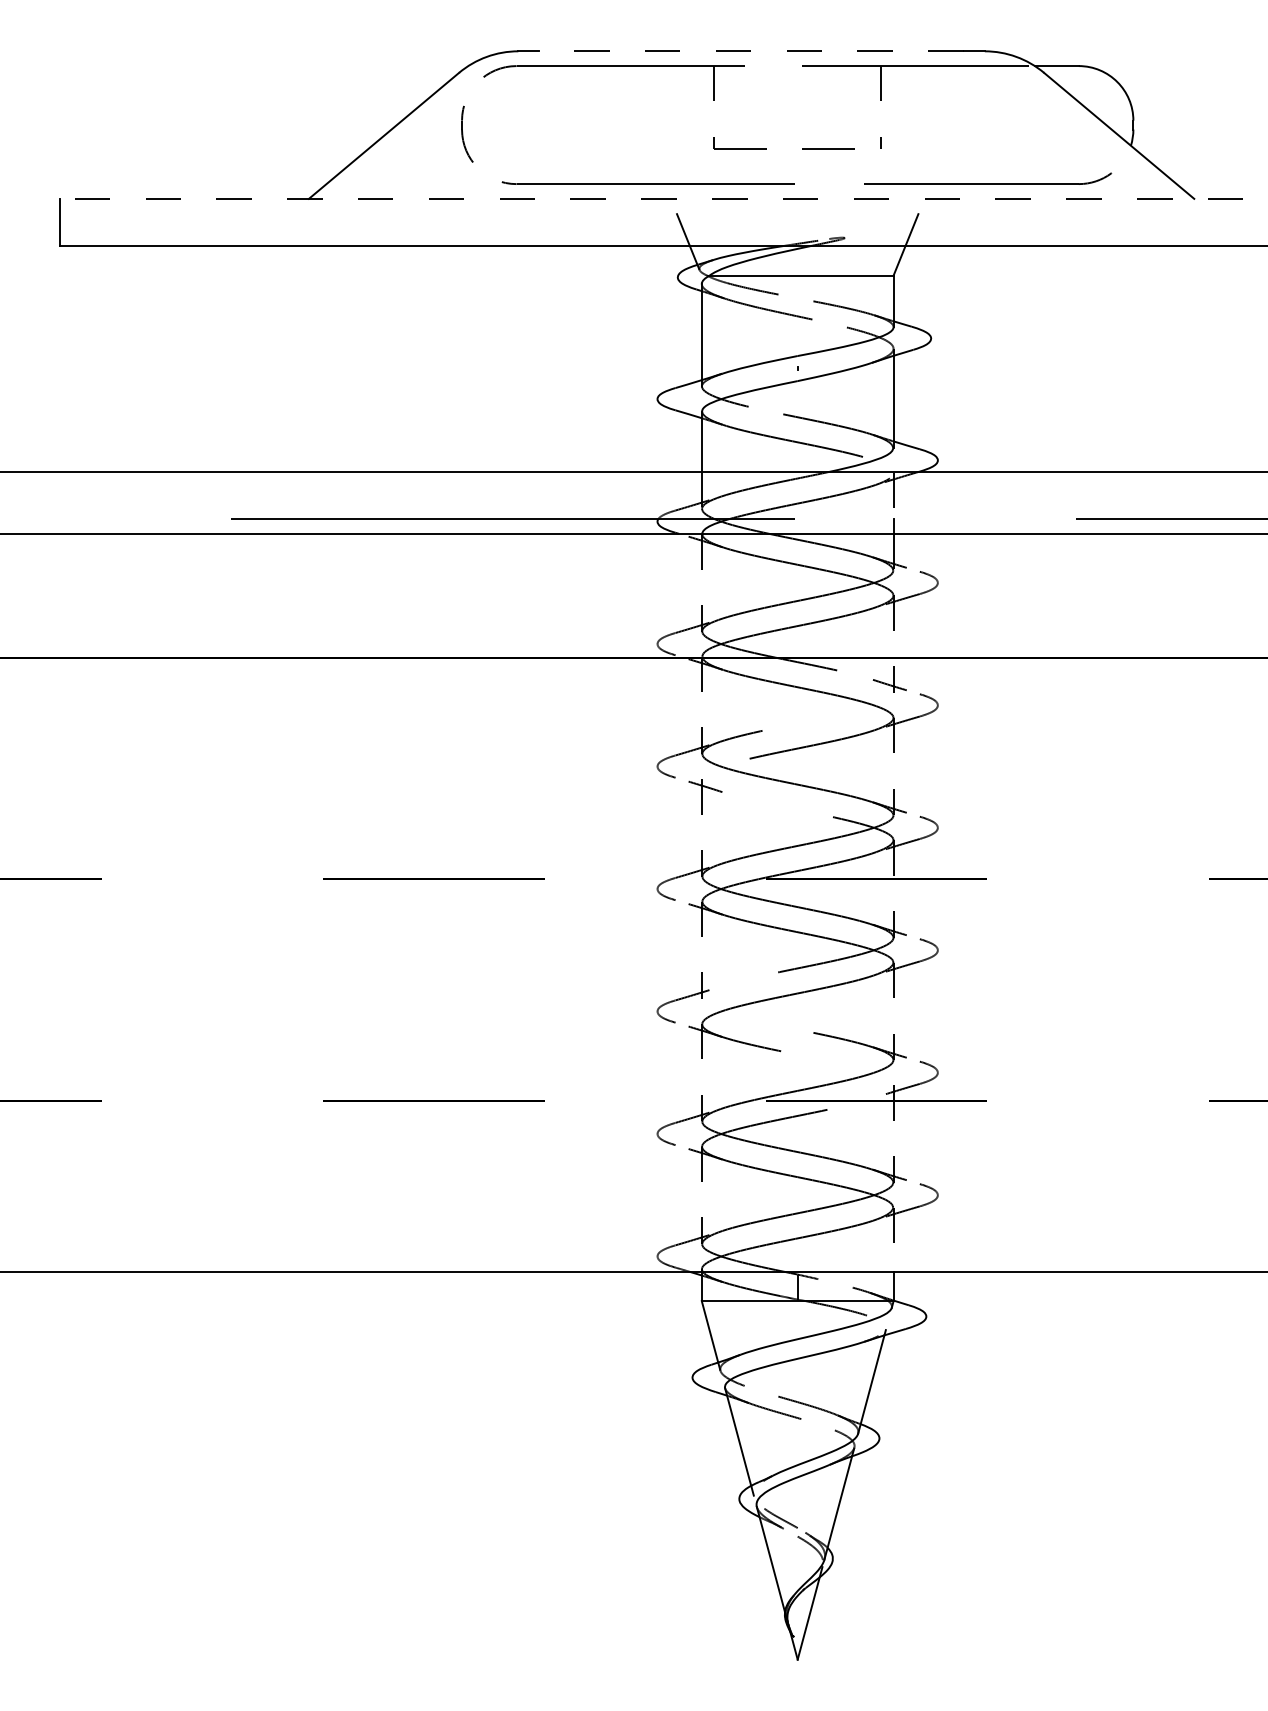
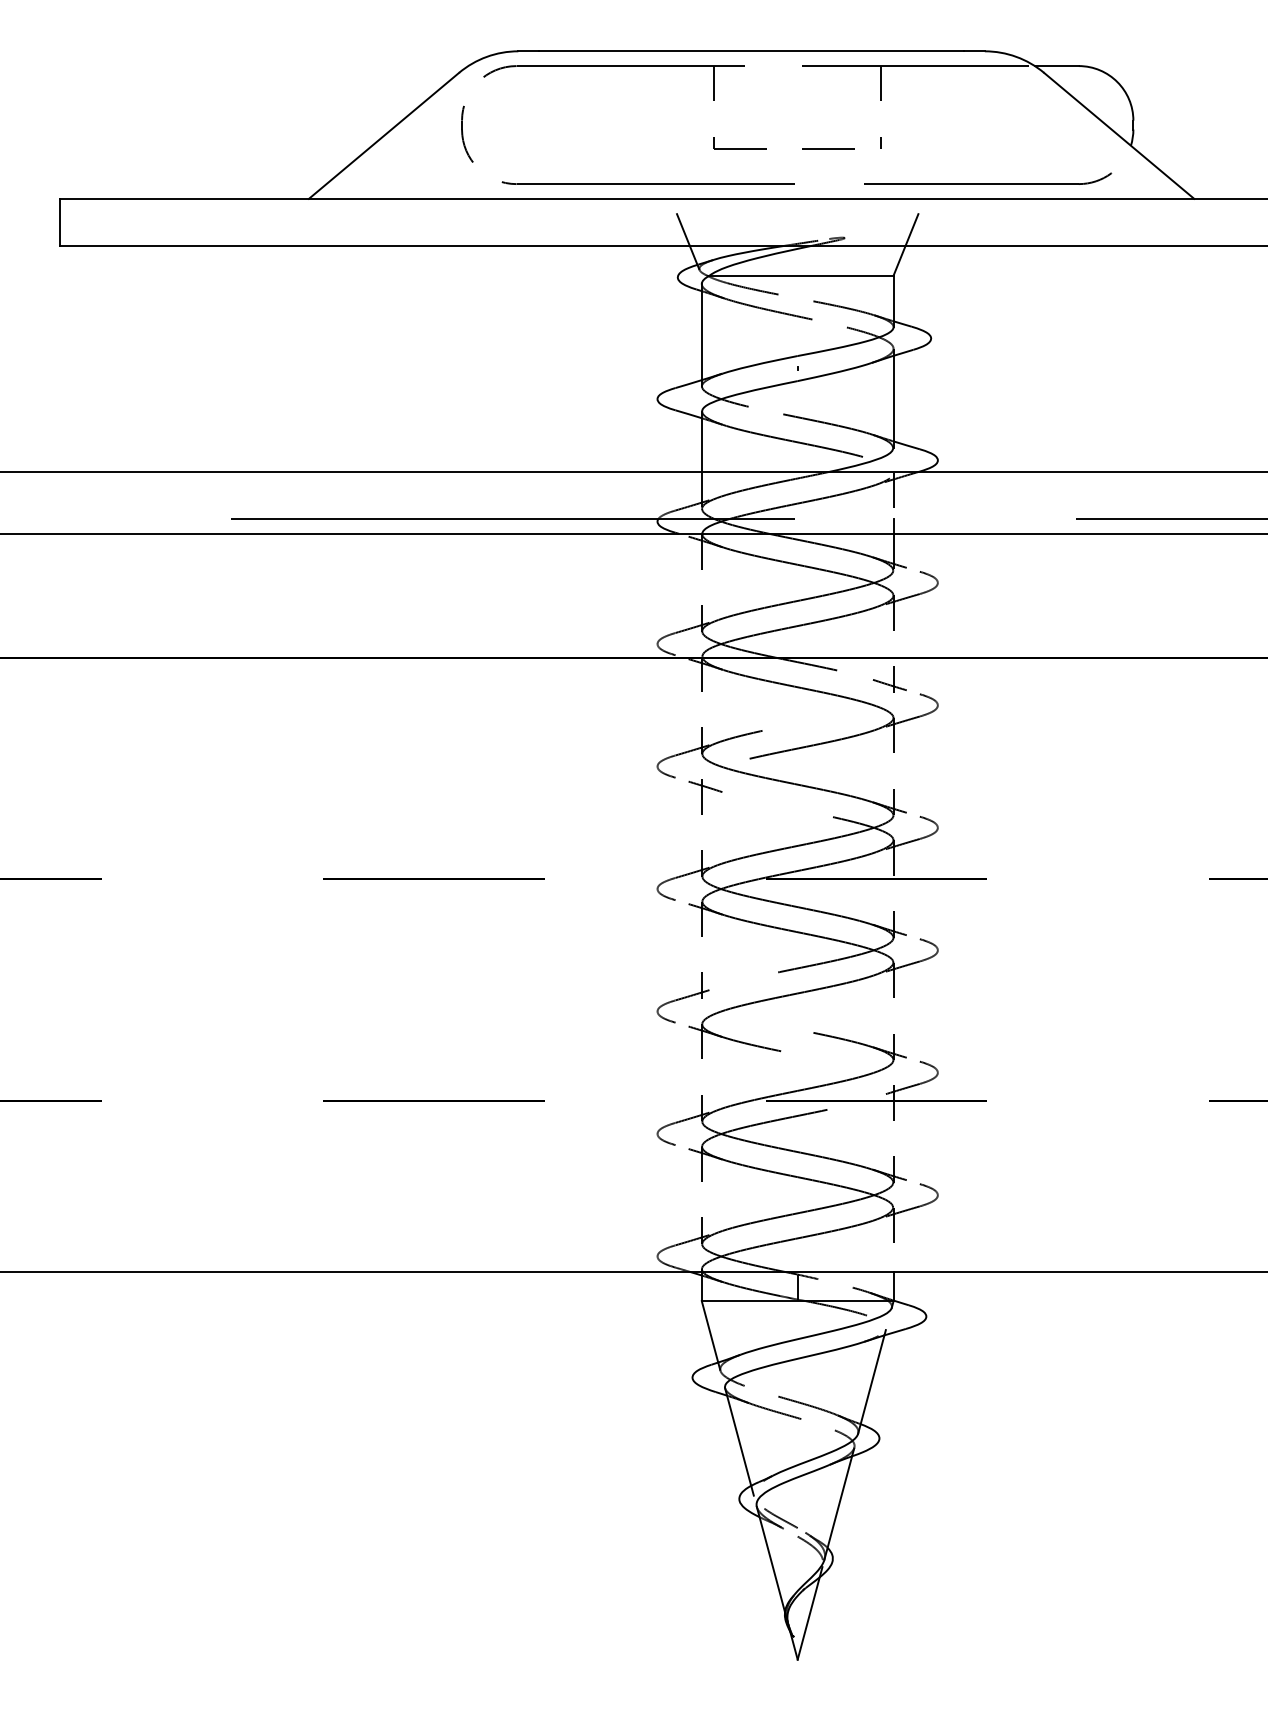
line at (751, 51): dashed -> solid
line at (663, 198): dashed -> solid
